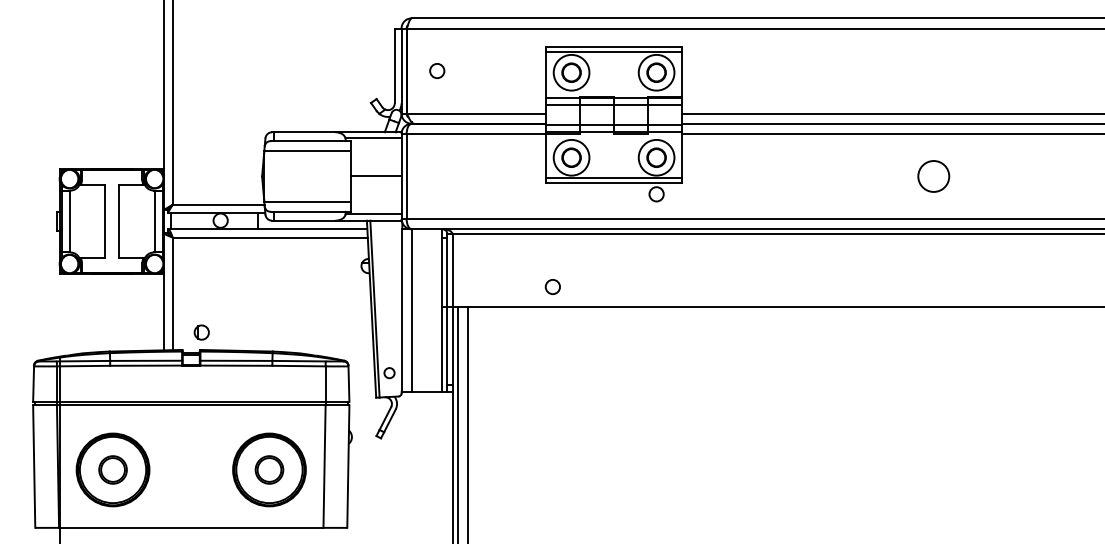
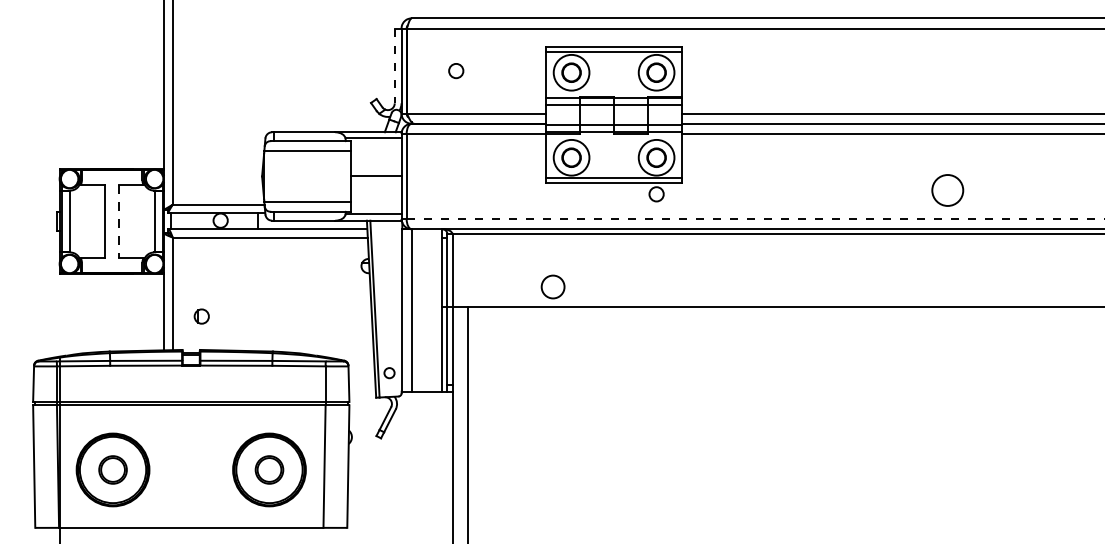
line at (394, 66): solid -> dashed
circle at (437, 71) position: (437, 71) -> (456, 71)
circle at (933, 176) position: (933, 176) -> (947, 190)
line at (755, 219): solid -> dashed
line at (119, 222): solid -> dashed
circle at (552, 286) size: 17x16 px -> 26x26 px
part at (201, 332) position: (201, 332) -> (201, 316)
line at (457, 423): present -> none
